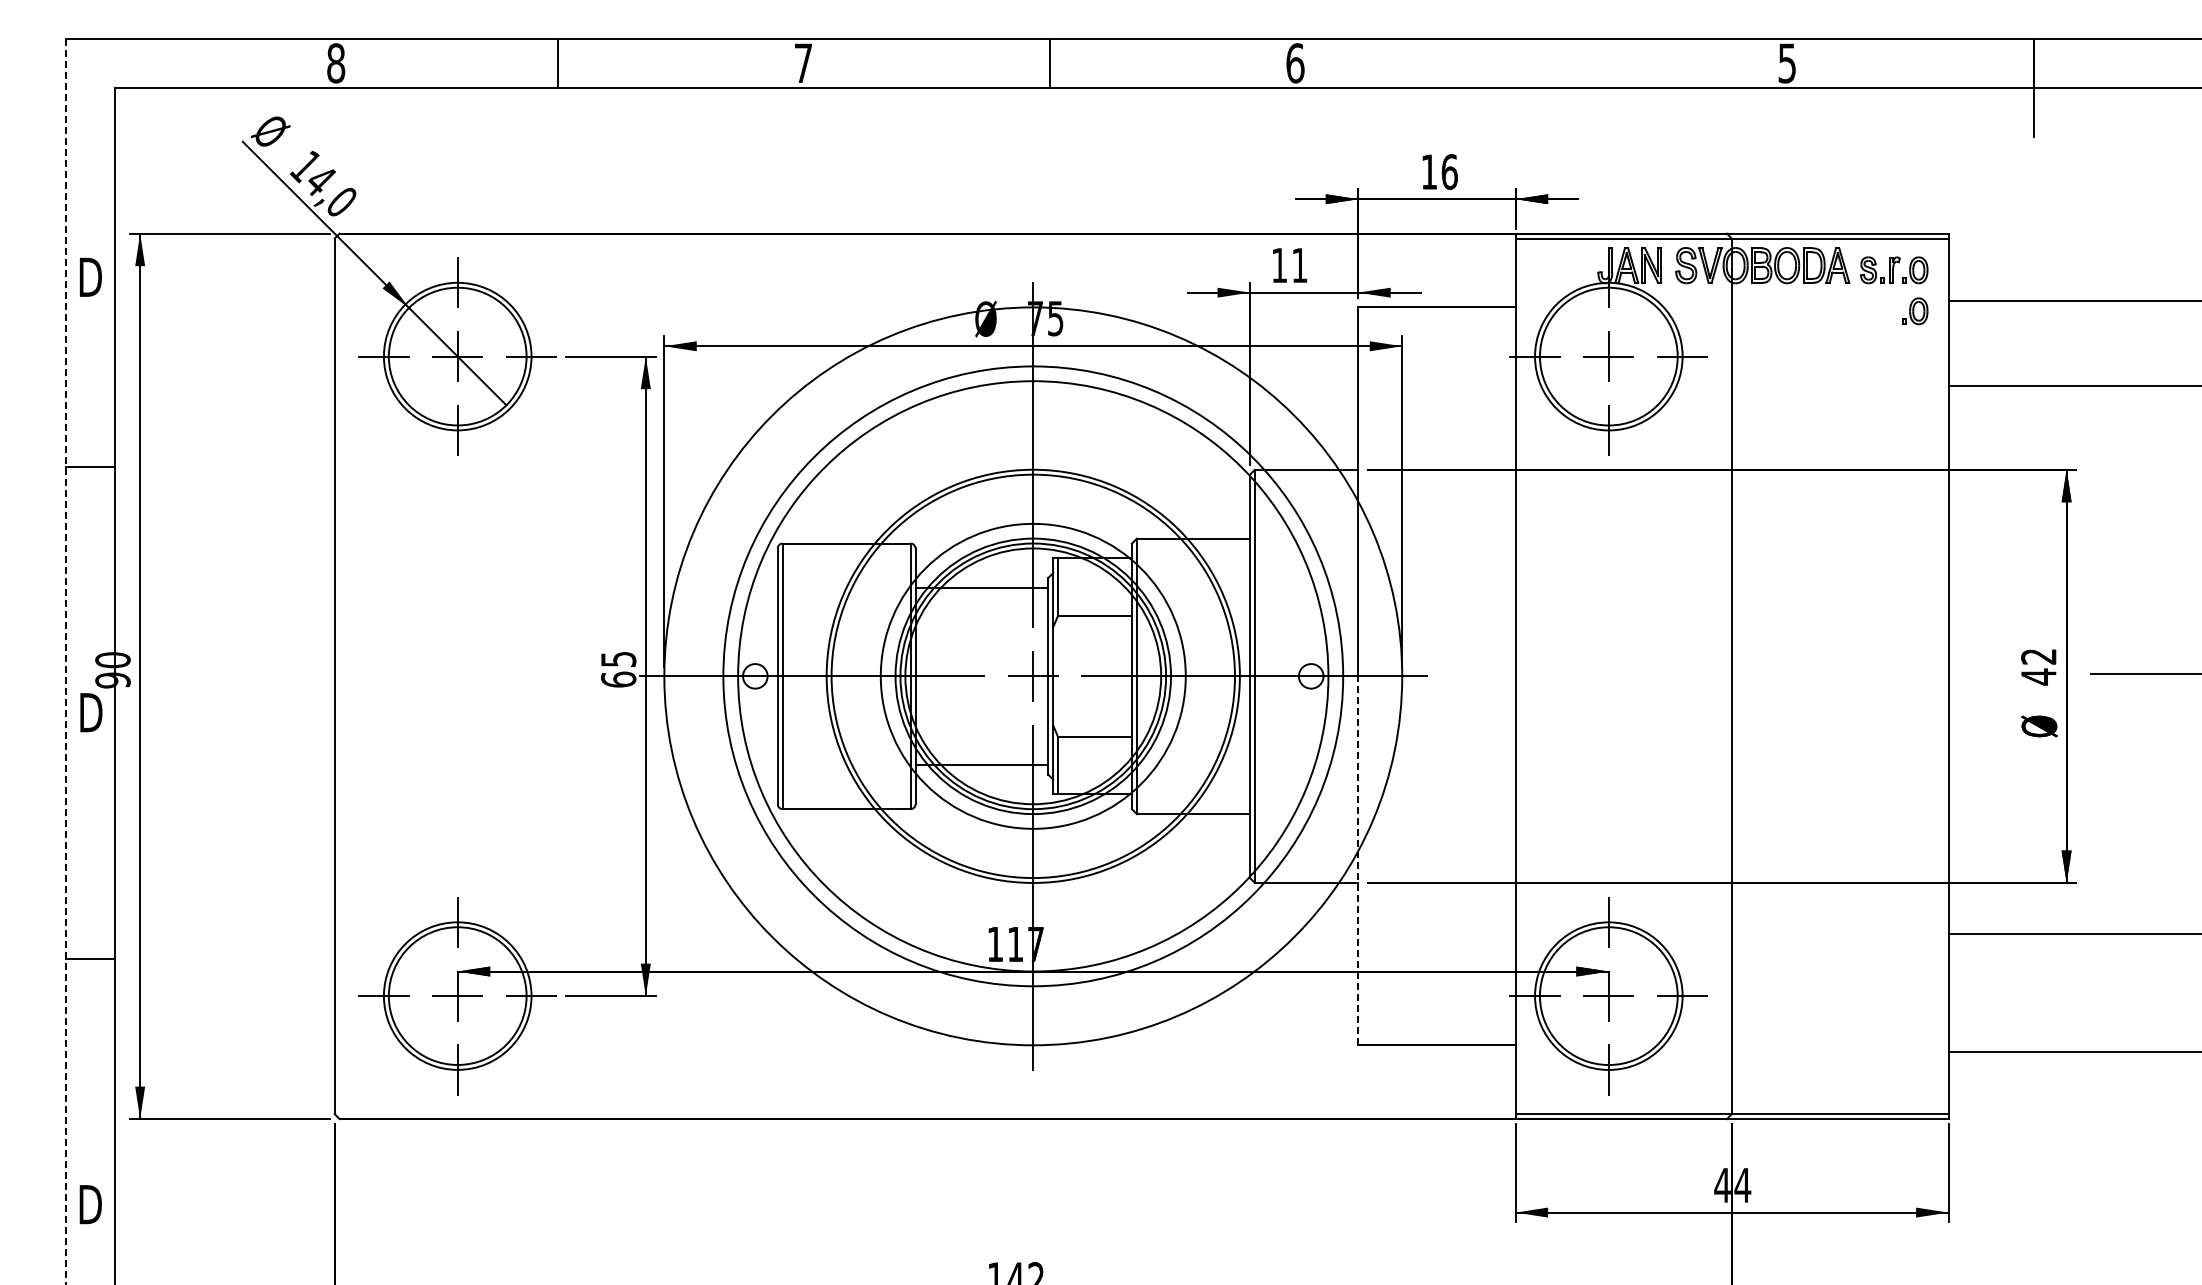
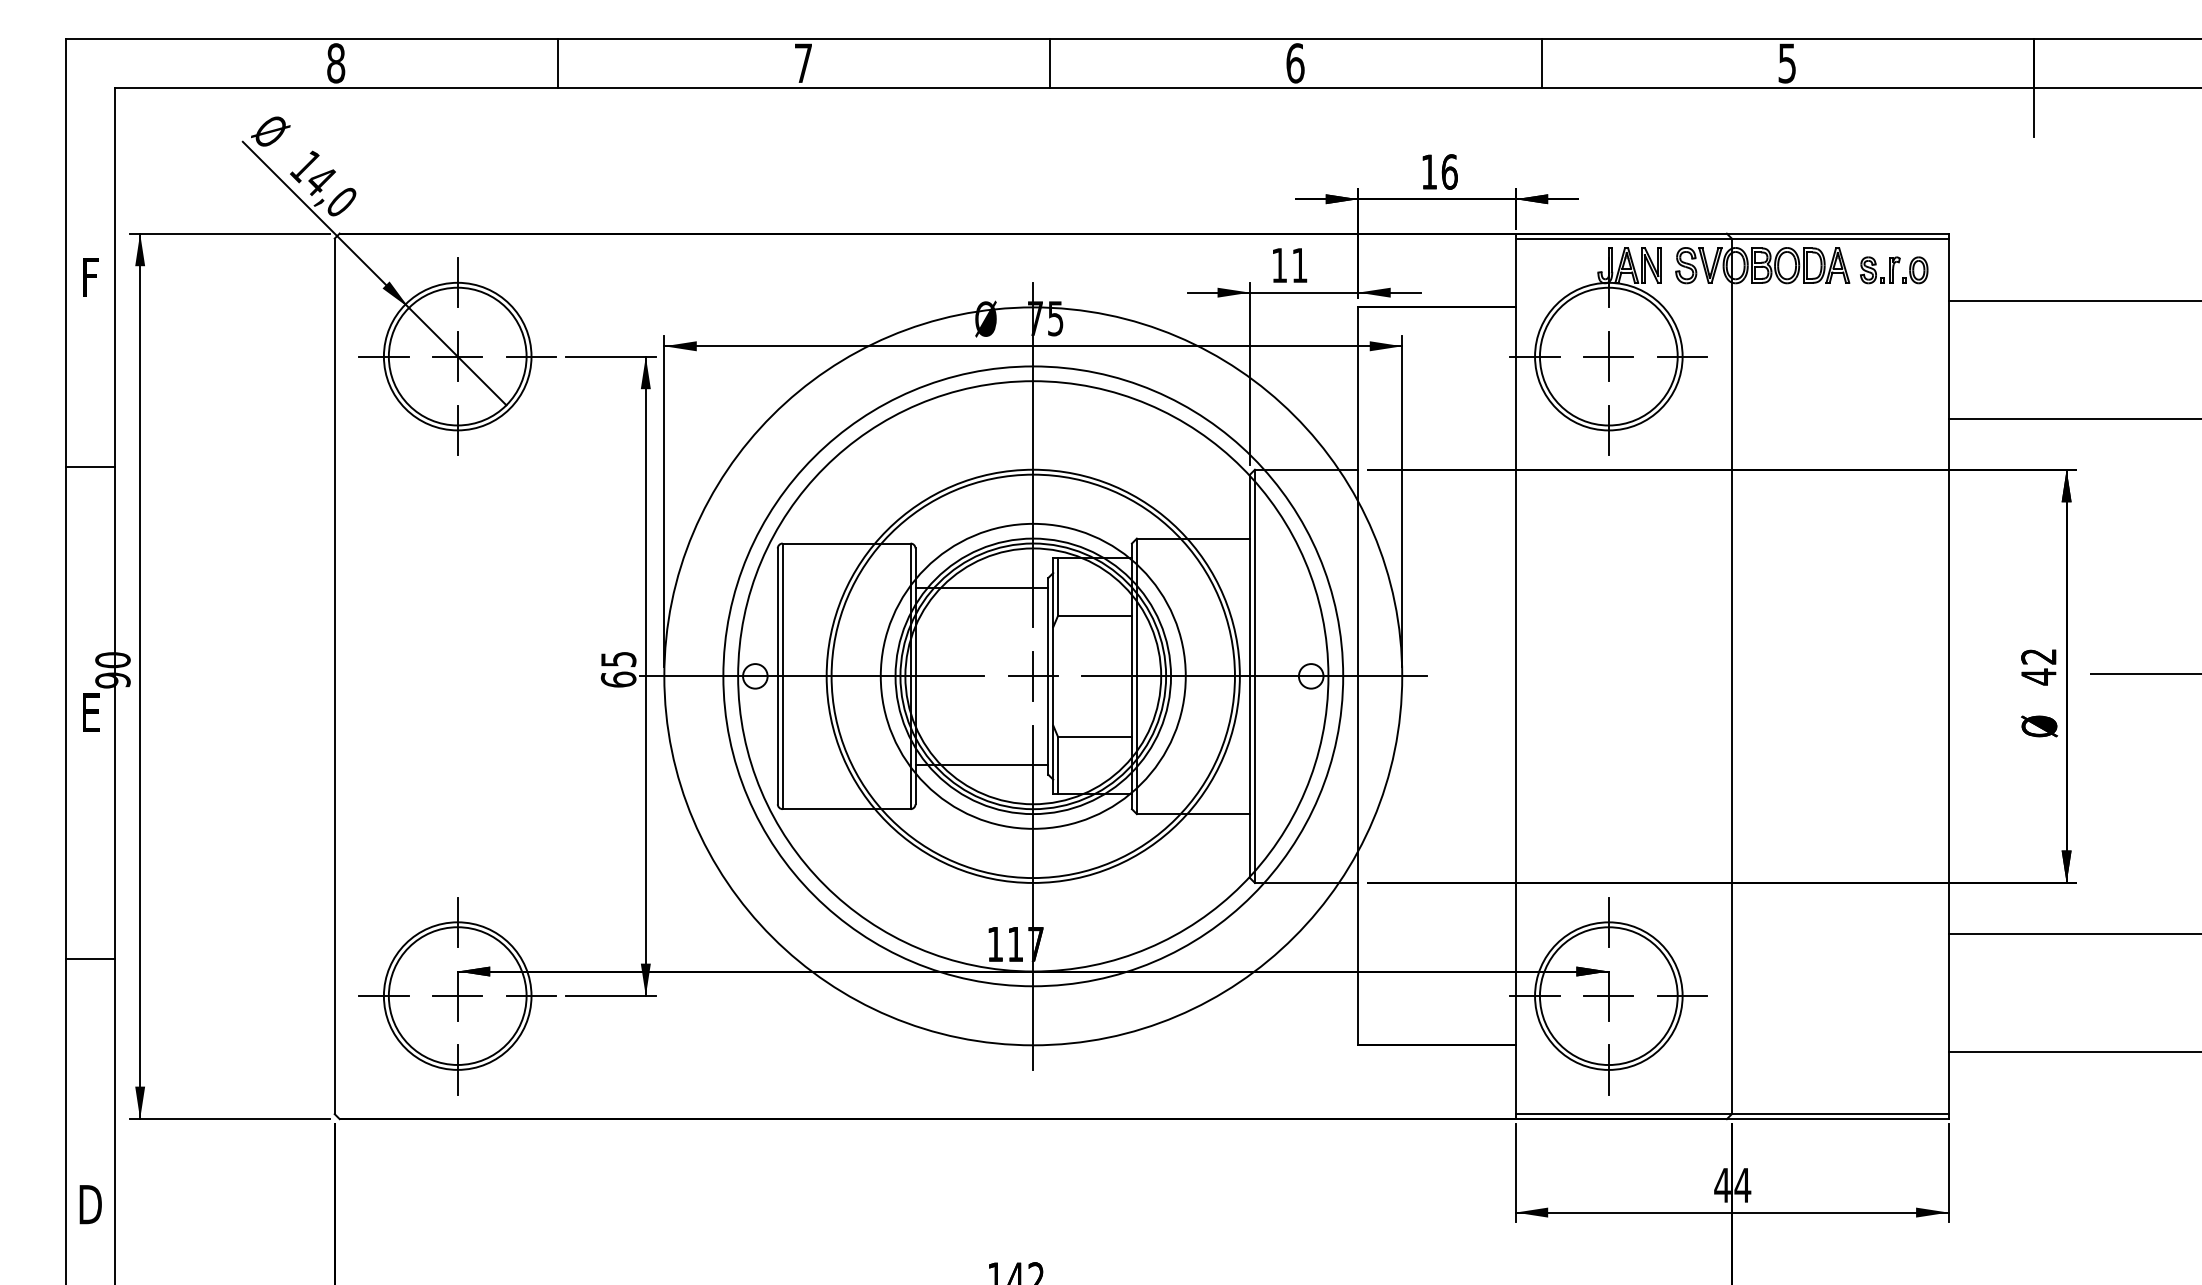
line at (1541, 62): none -> present
text at (90, 276): D -> F
part at (1915, 311): present -> none
line at (2073, 386) position: (2073, 386) -> (2073, 419)
line at (66, 661): dashed -> solid
text at (91, 712): D -> E
line at (1358, 860): dashed -> solid
